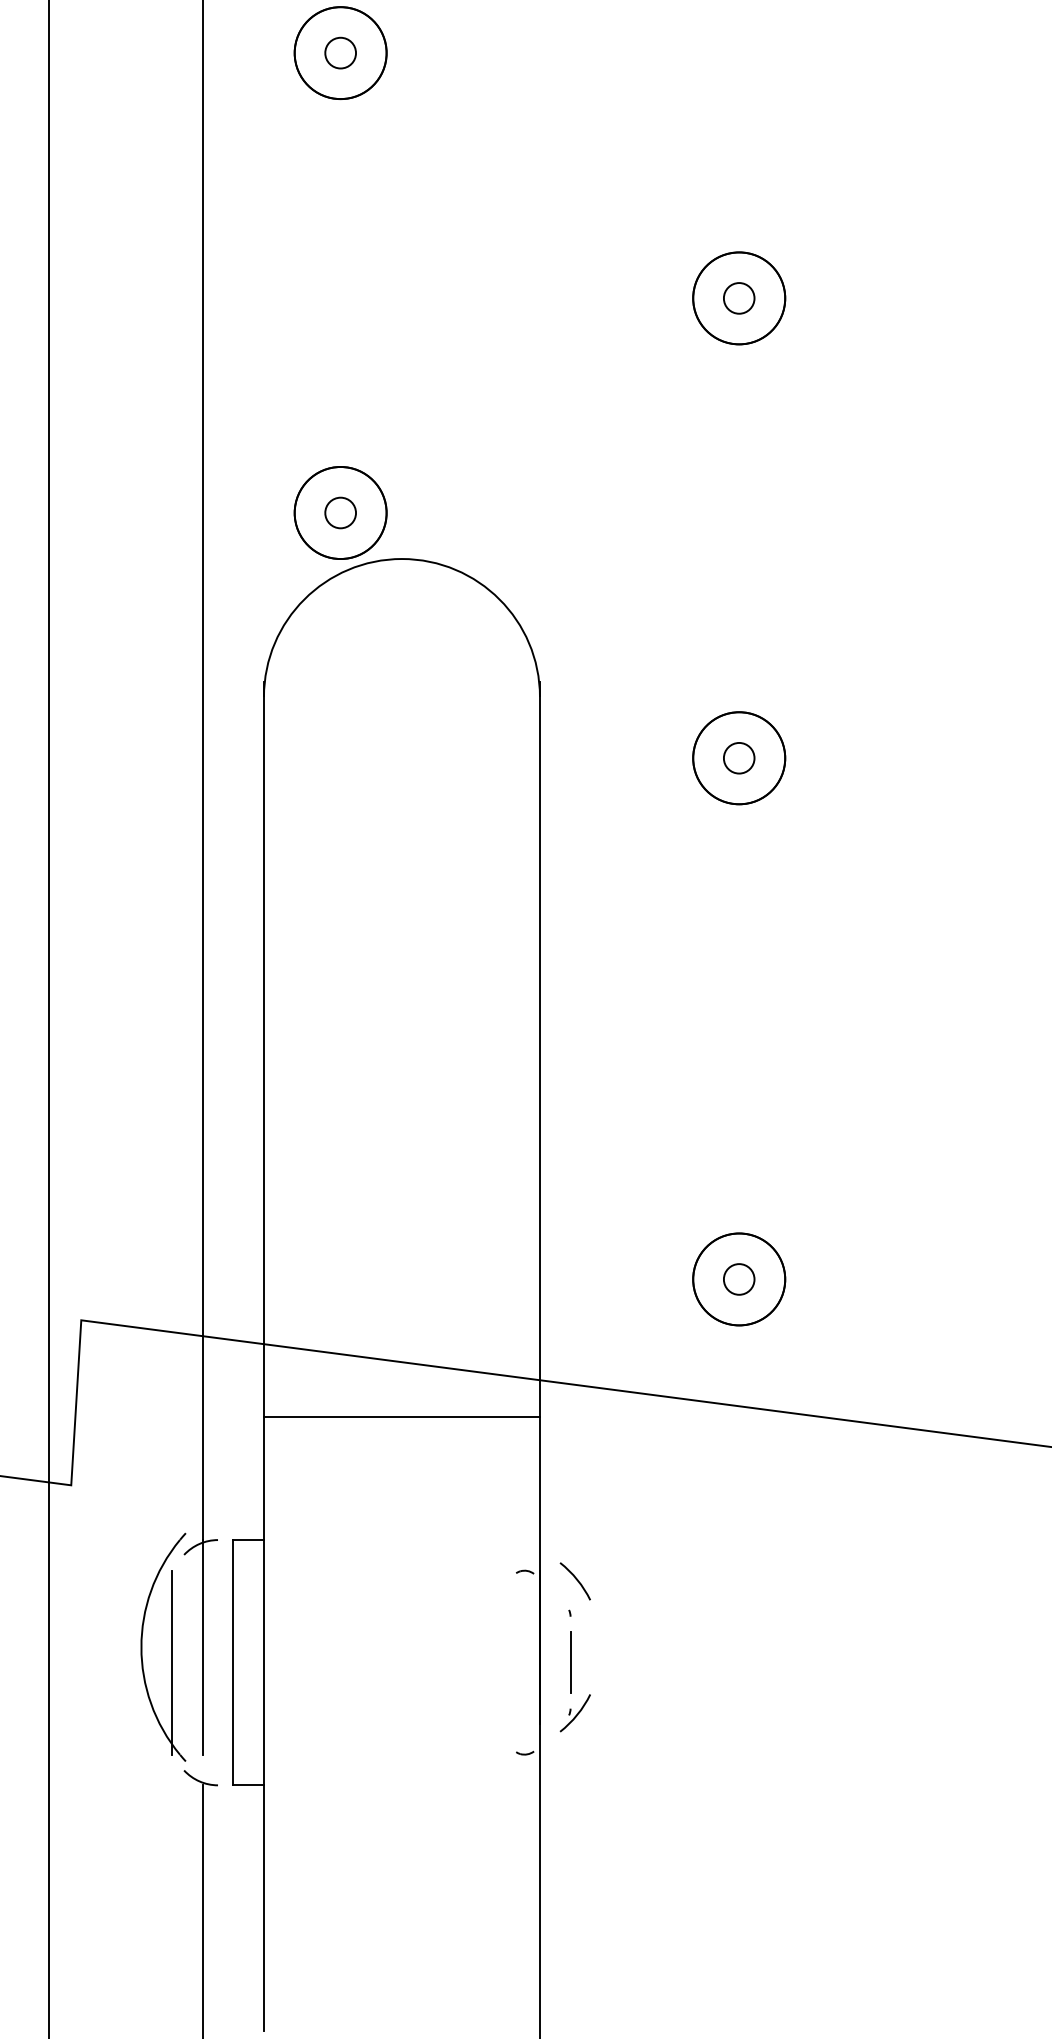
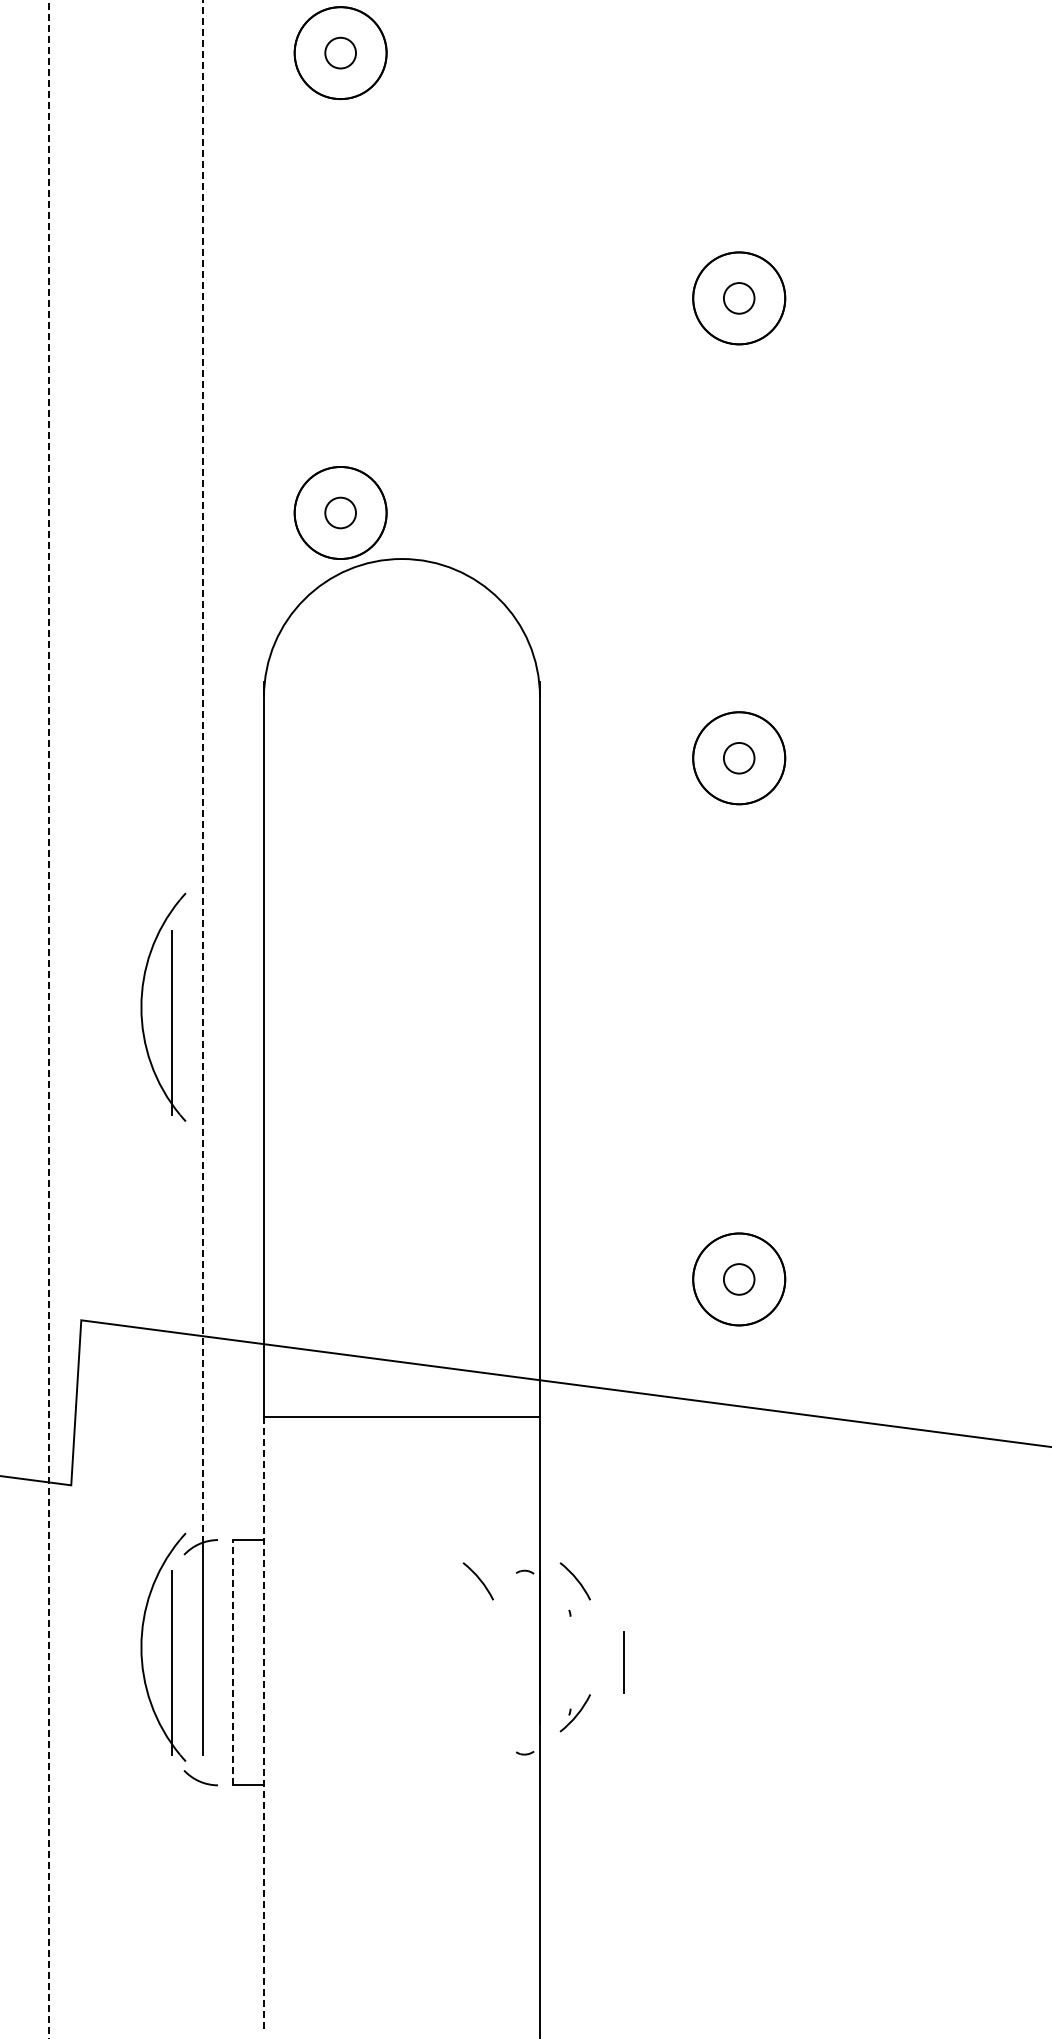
line at (202, 770): solid -> dashed
part at (171, 1006): none -> present
line at (49, 1018): solid -> dashed
curve at (478, 1579): none -> present
line at (233, 1662): solid -> dashed
line at (570, 1662) position: (570, 1662) -> (623, 1662)
line at (263, 1724): solid -> dashed
line at (202, 1910): present -> none
